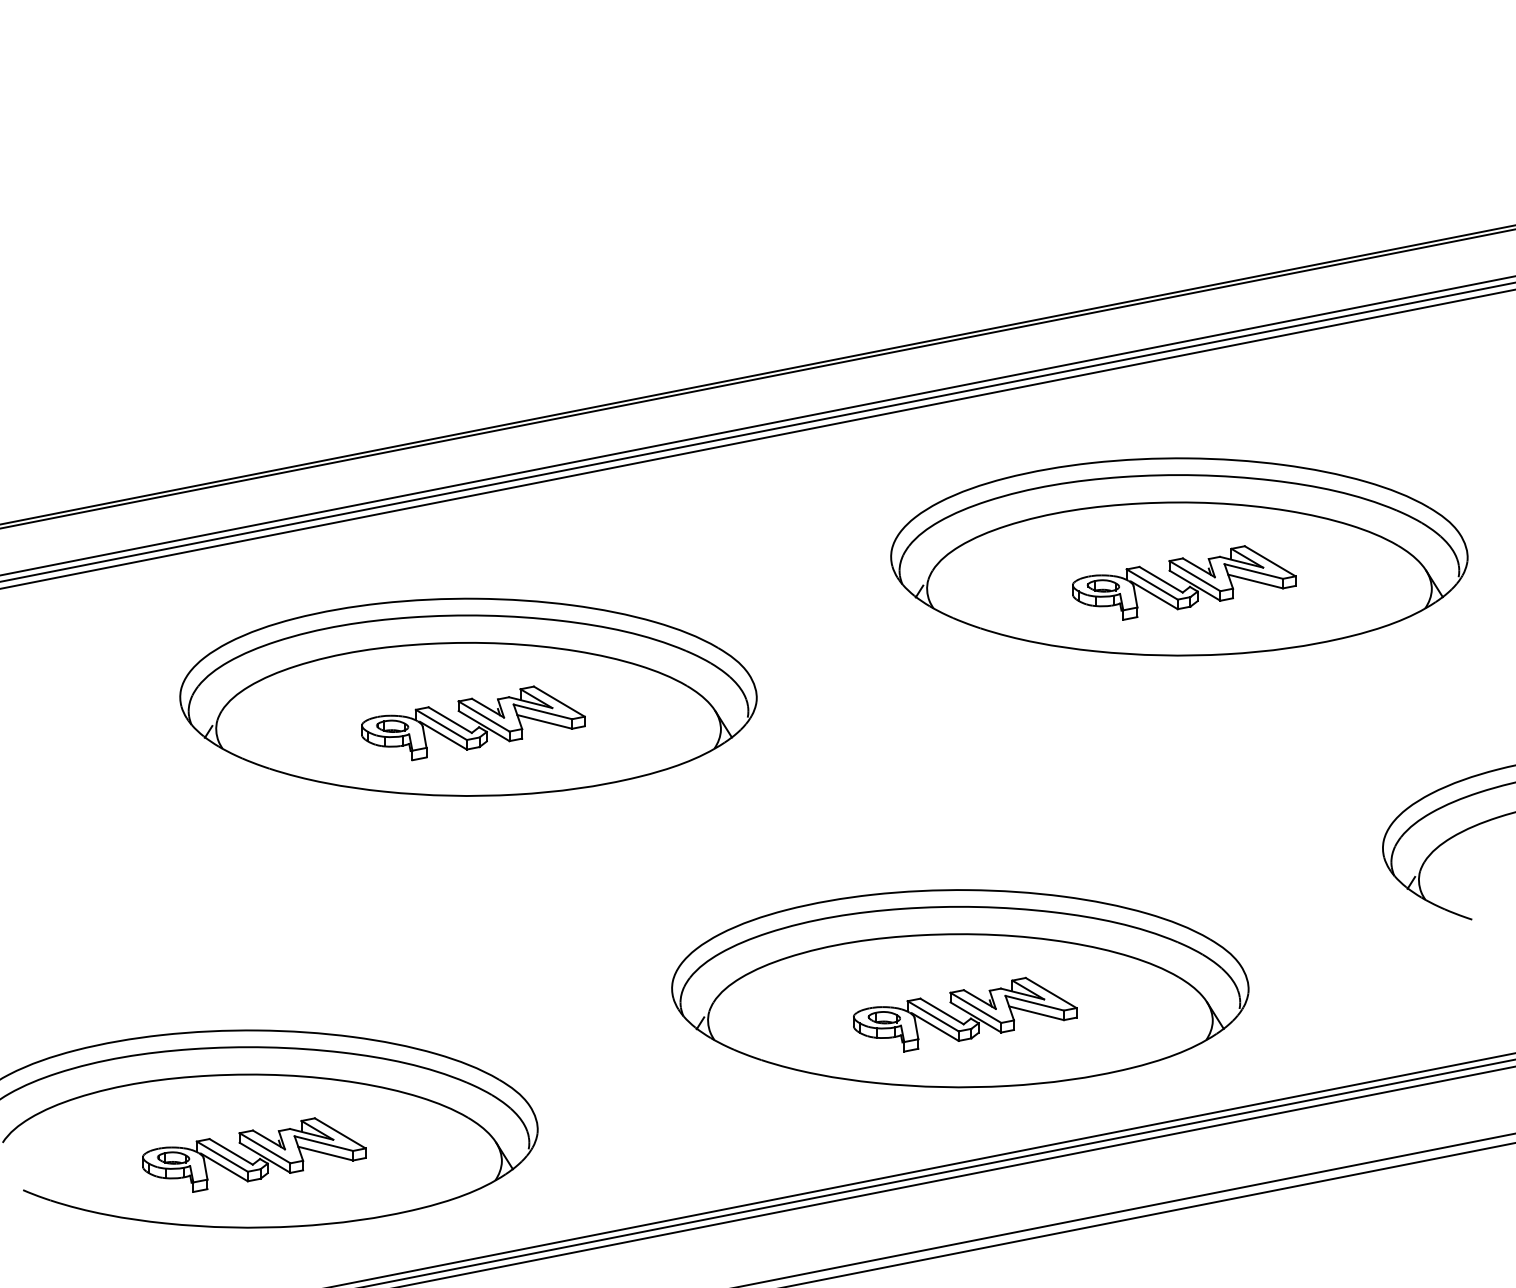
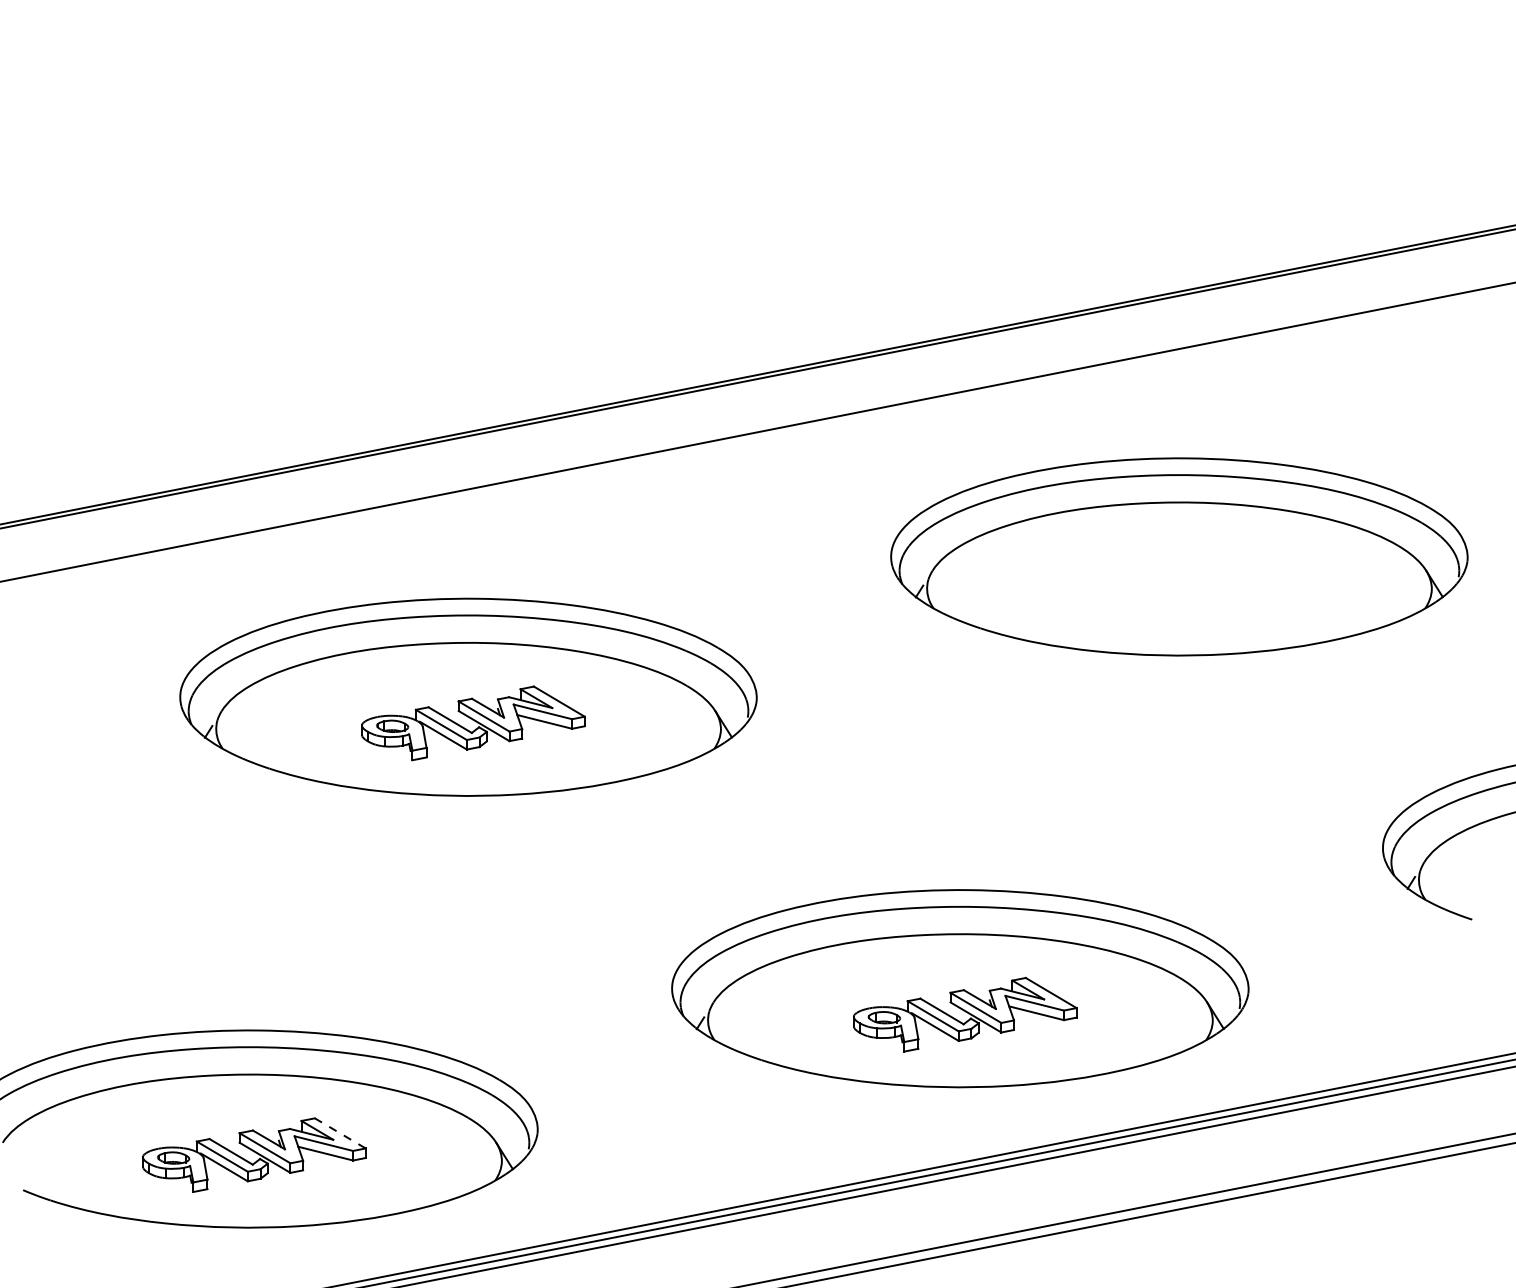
line at (757, 425): present -> none
line at (757, 439): present -> none
part at (1184, 582): present -> none
line at (340, 1133): solid -> dashed
